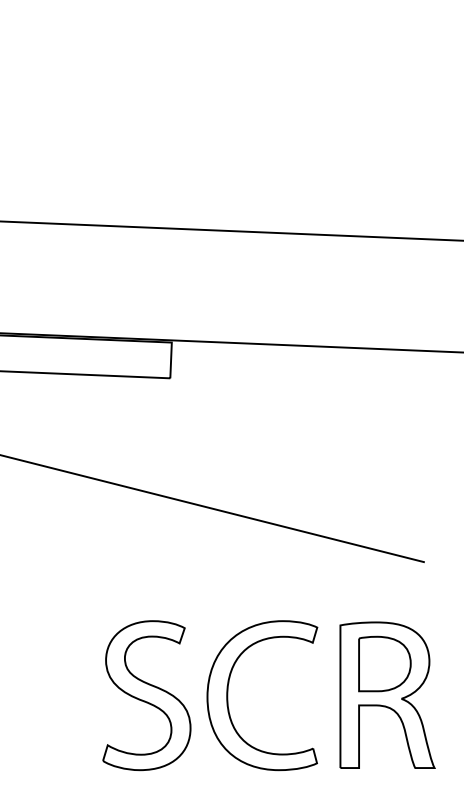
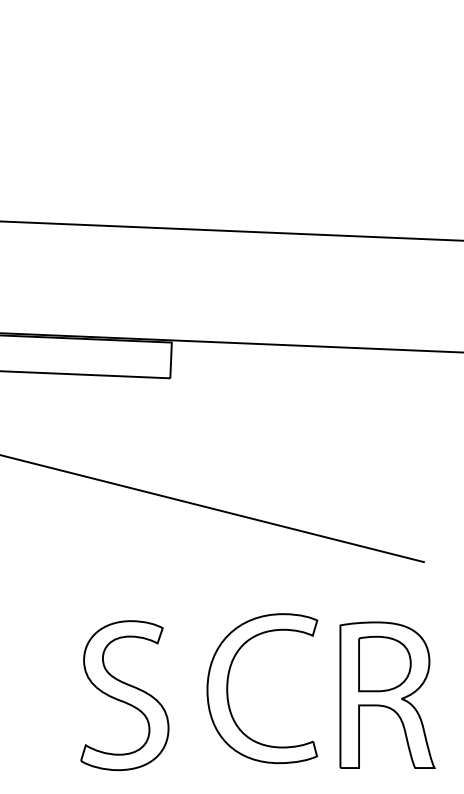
part at (146, 695) position: (146, 695) -> (124, 695)
part at (228, 695) position: (228, 695) -> (228, 688)
